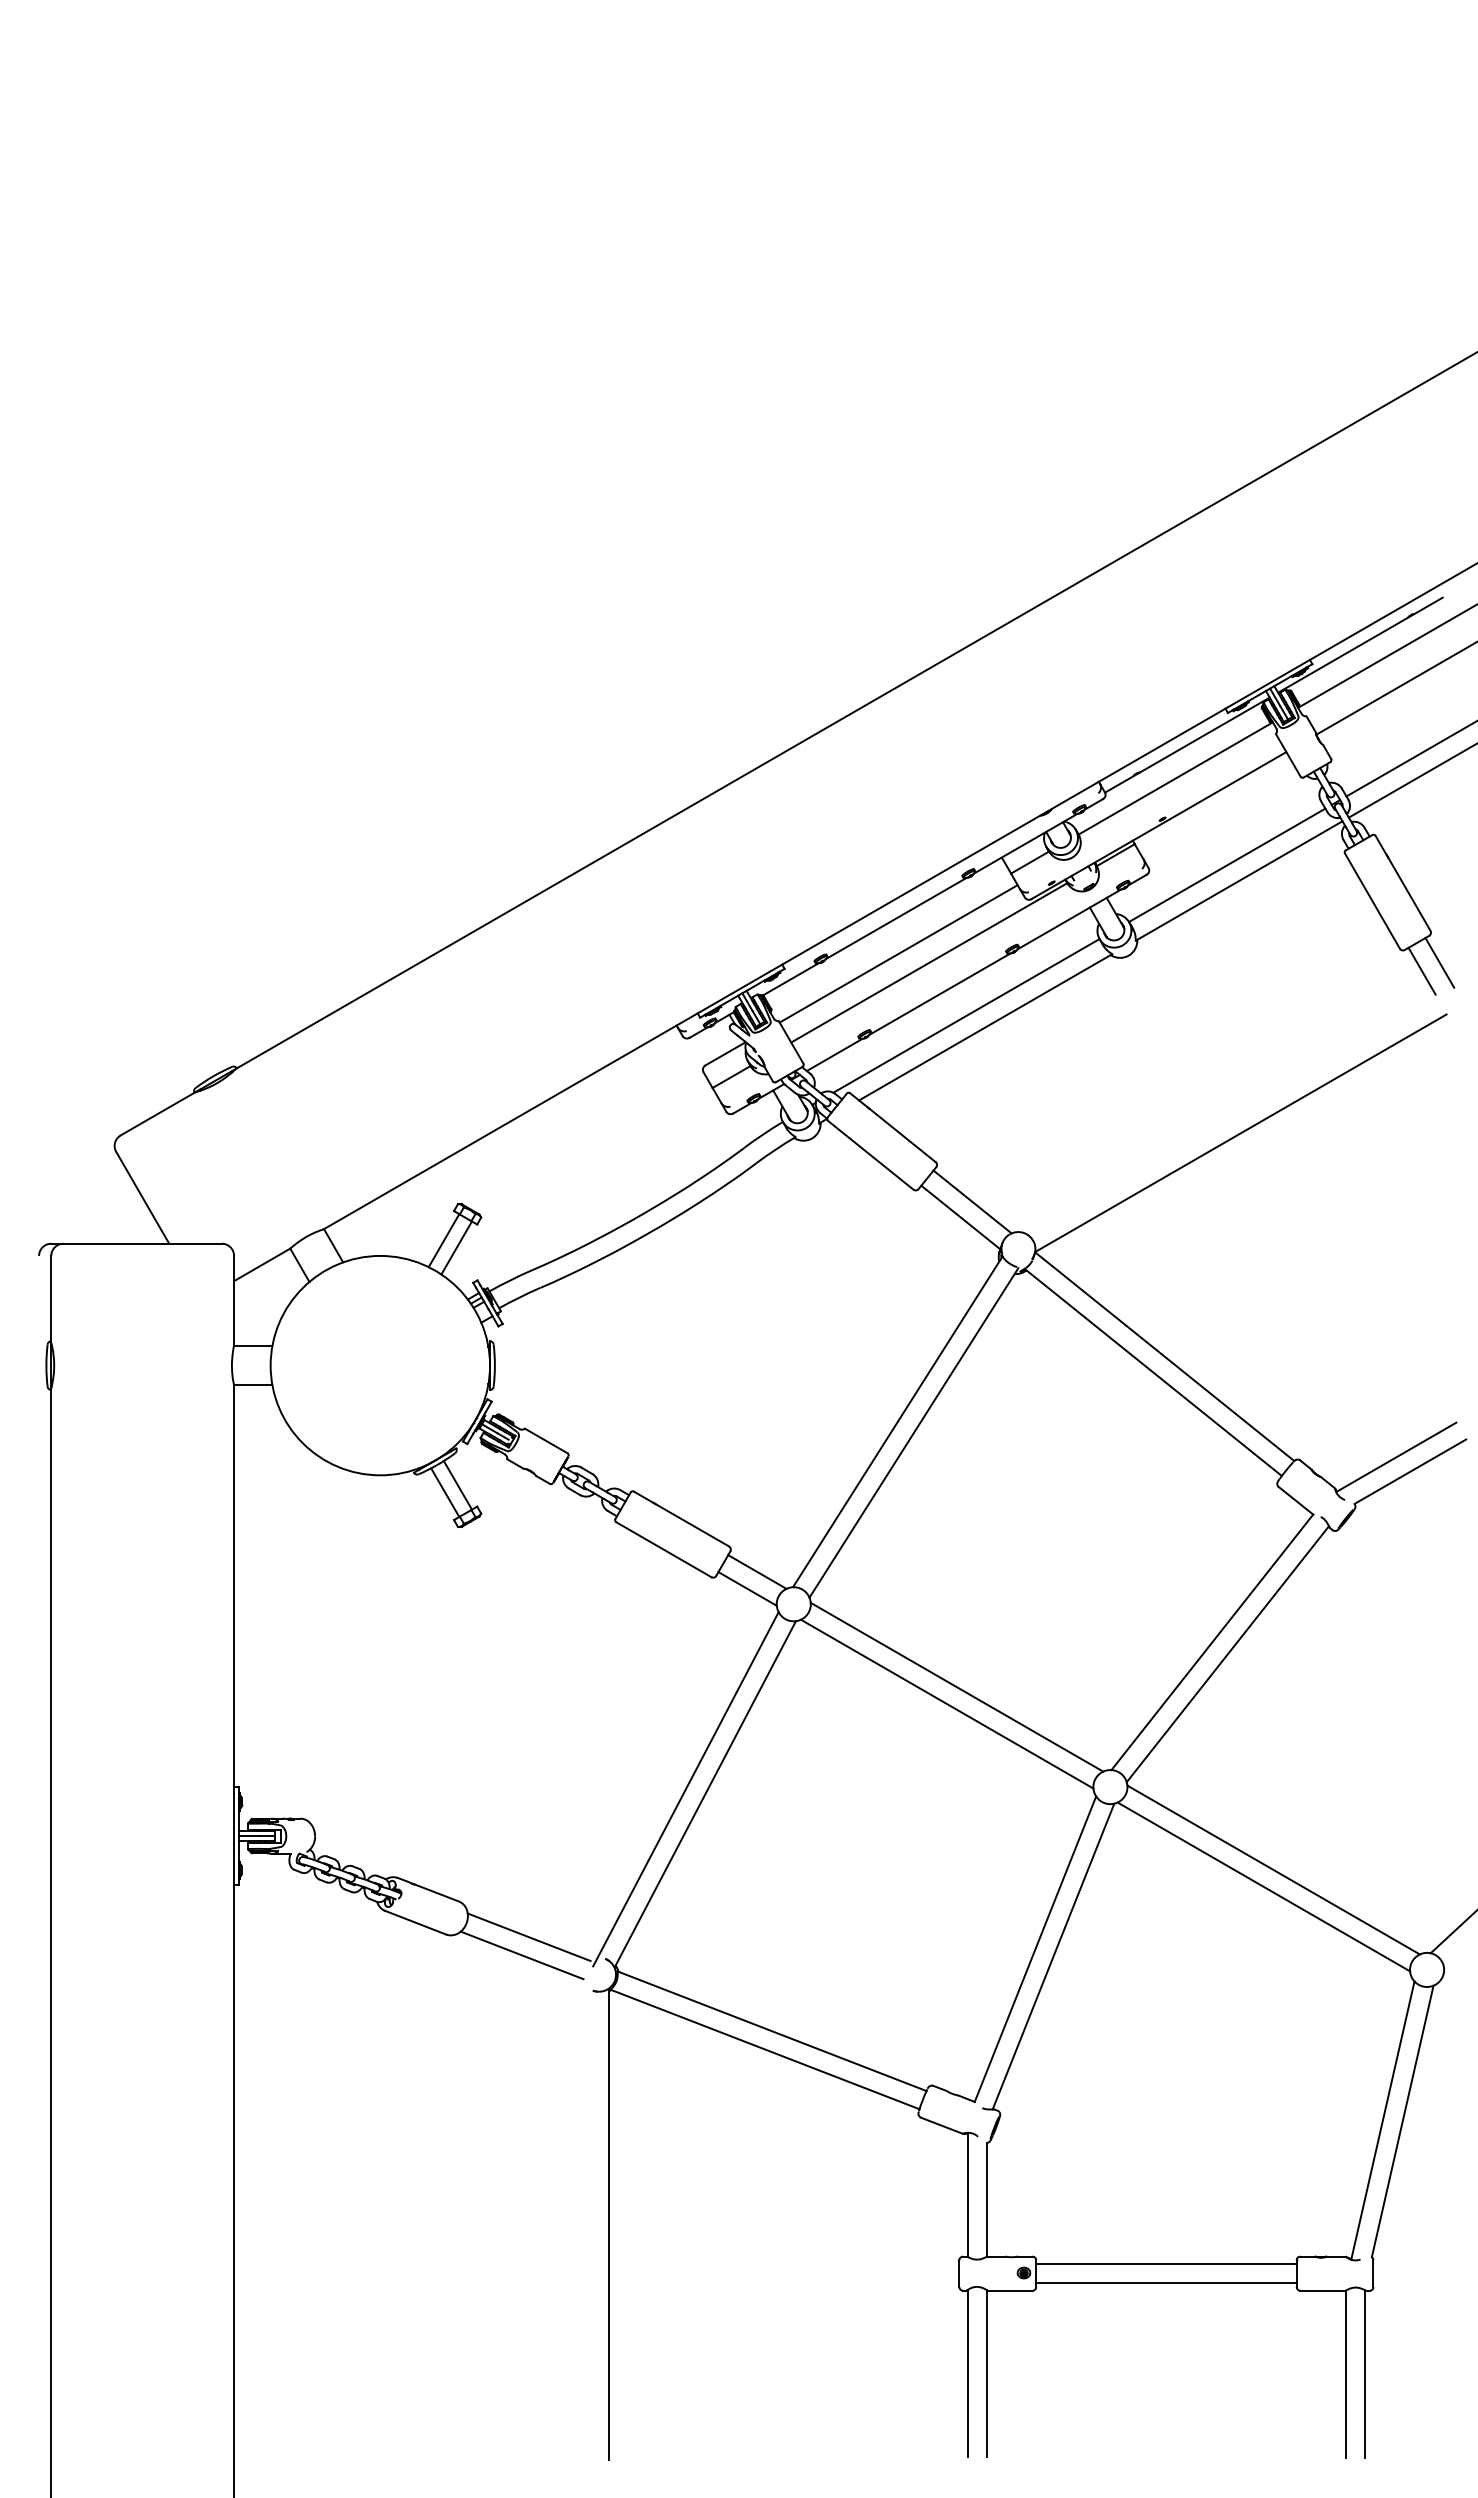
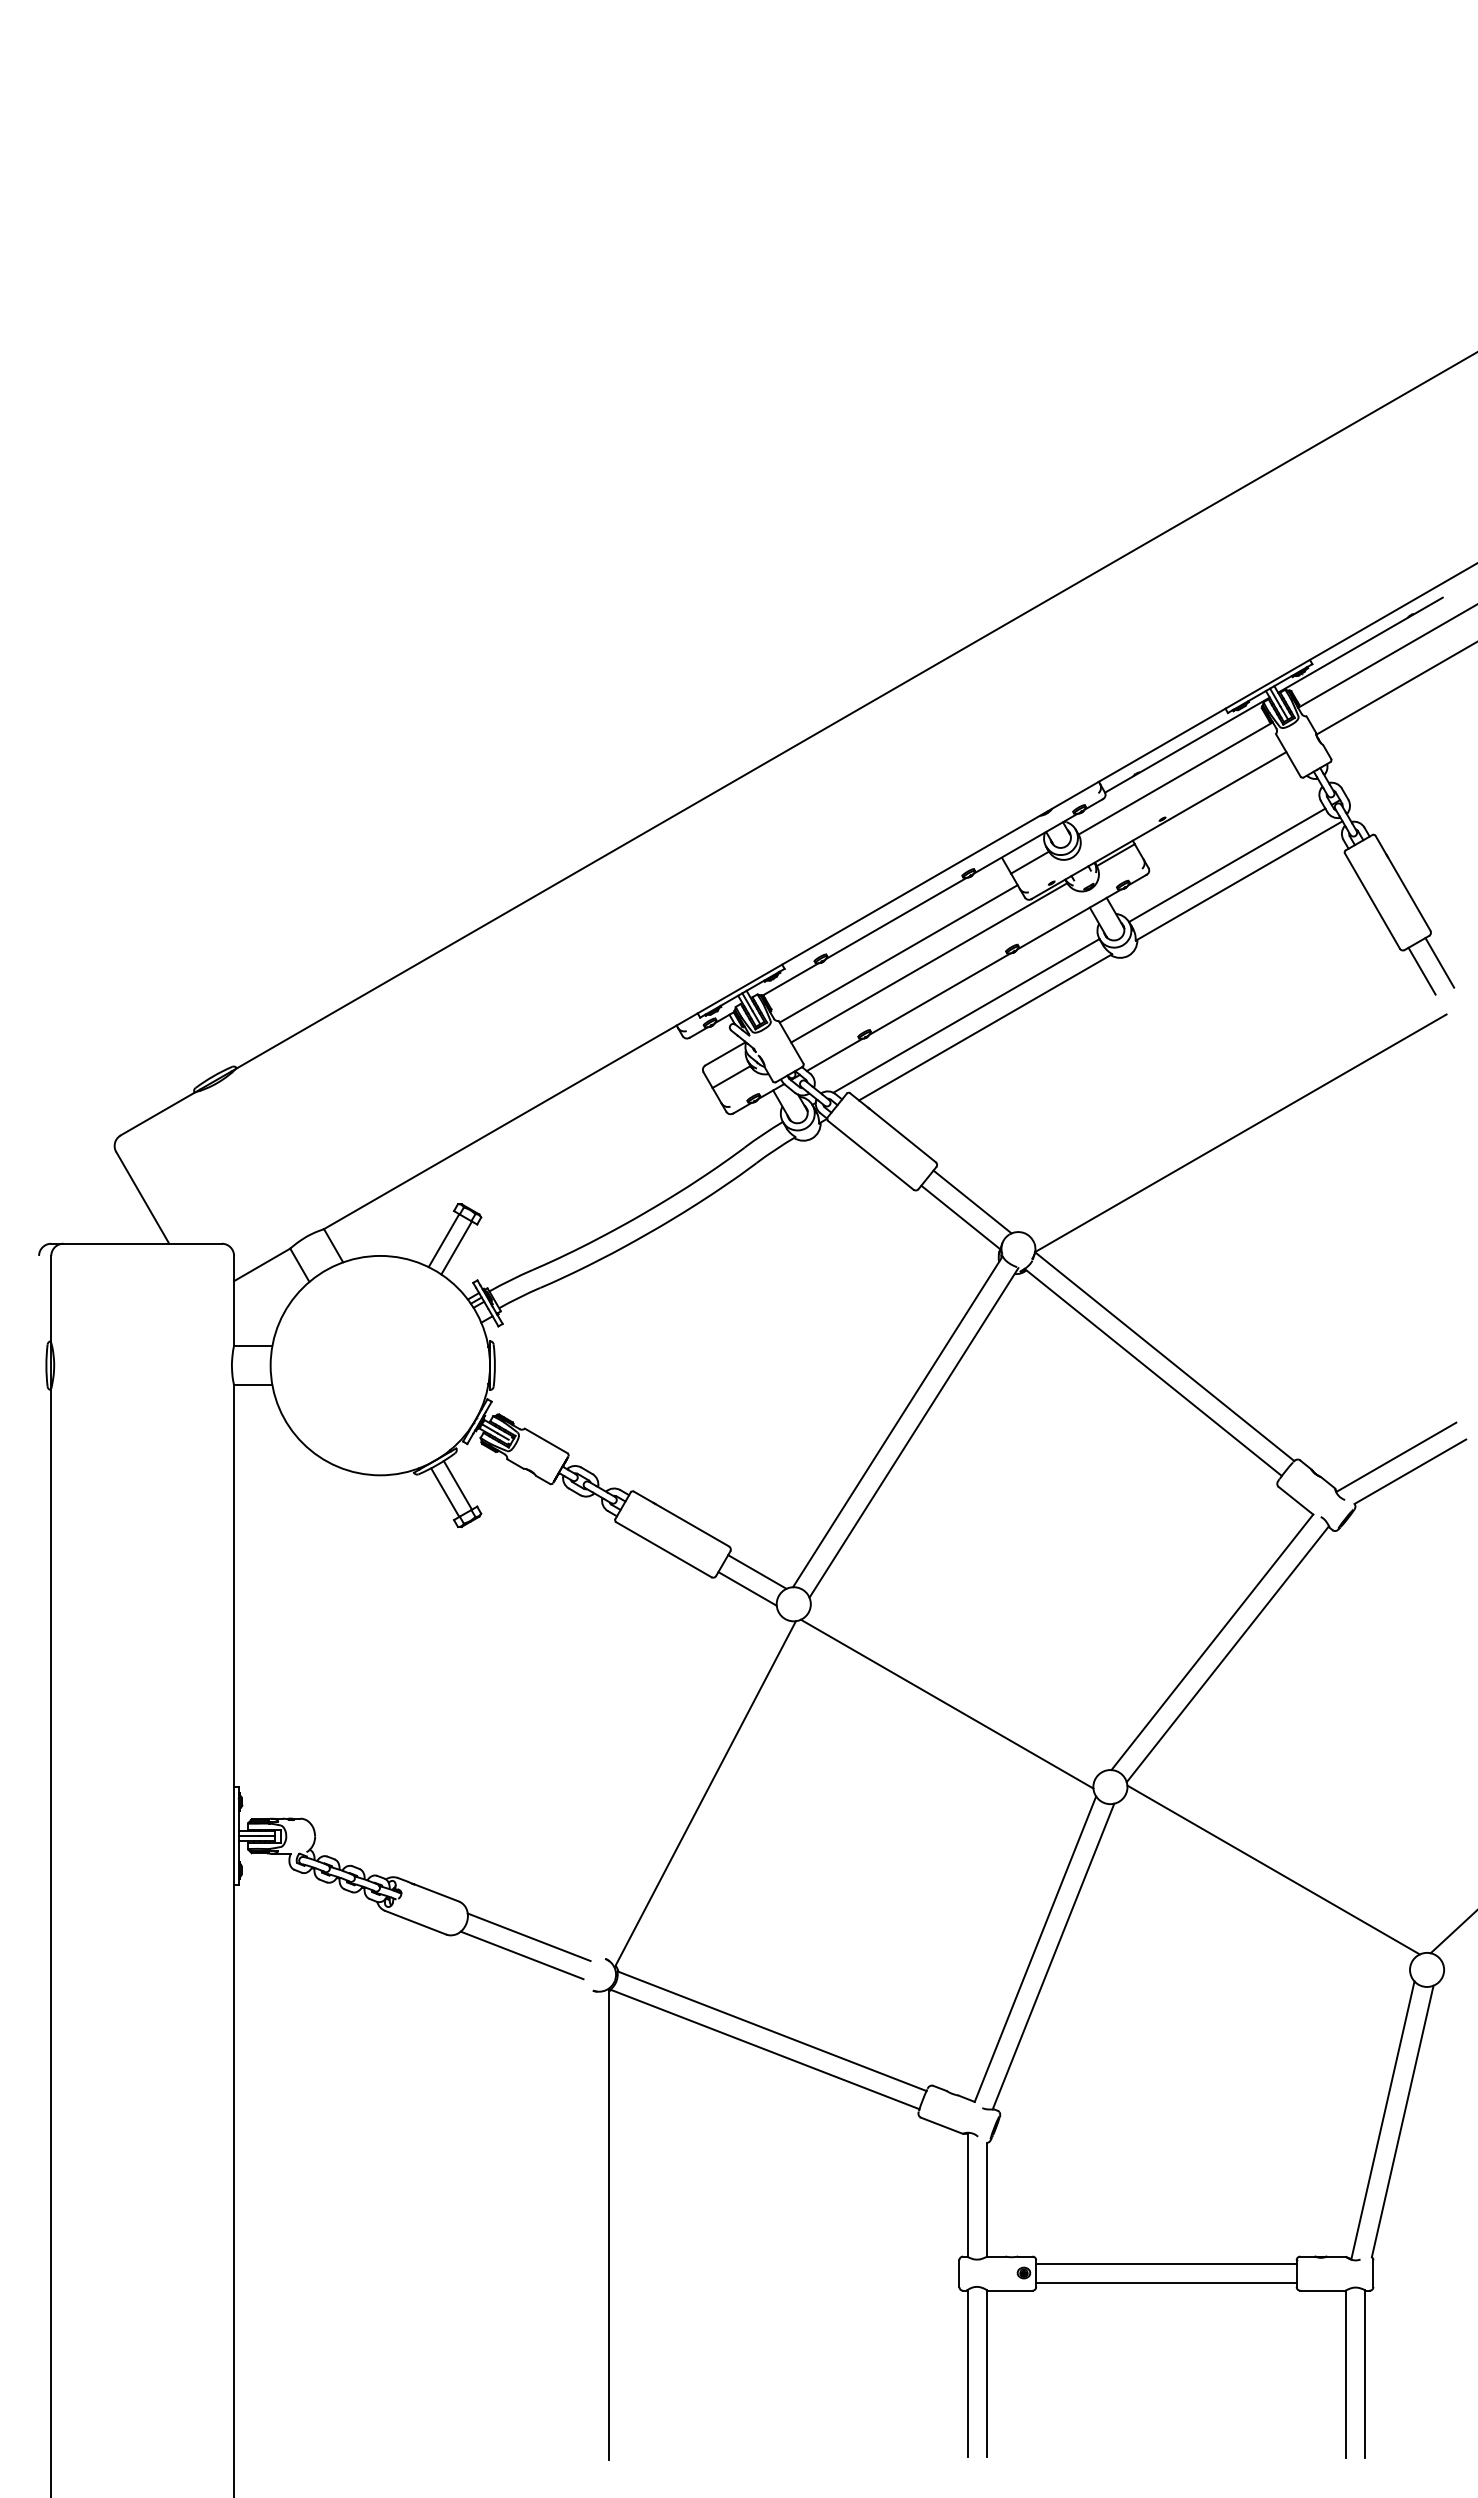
line at (1410, 759): present -> none
line at (1411, 780): present -> none
line at (956, 1686): present -> none
line at (685, 1789): present -> none
line at (1263, 1886): present -> none
